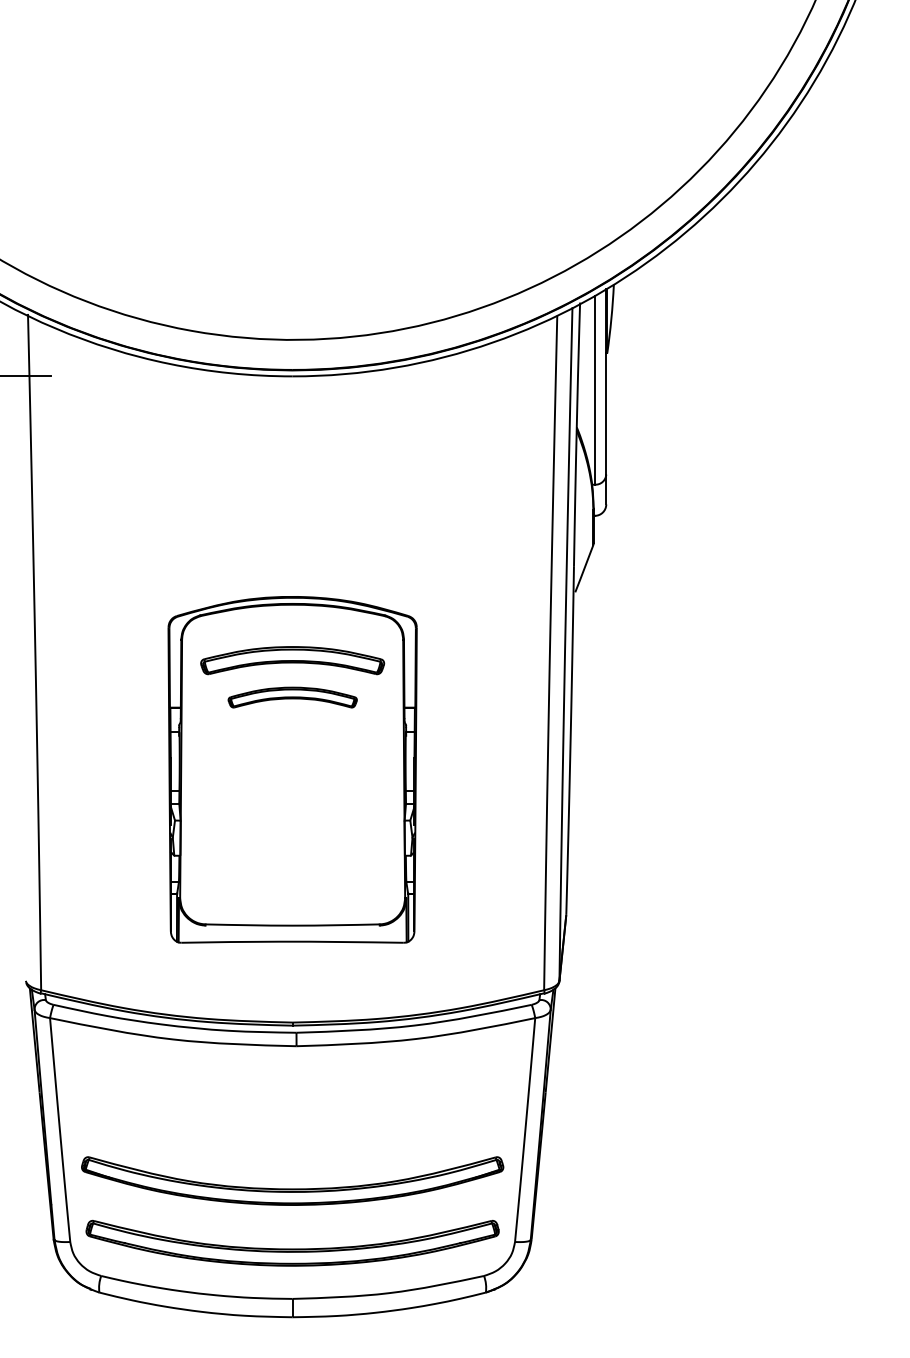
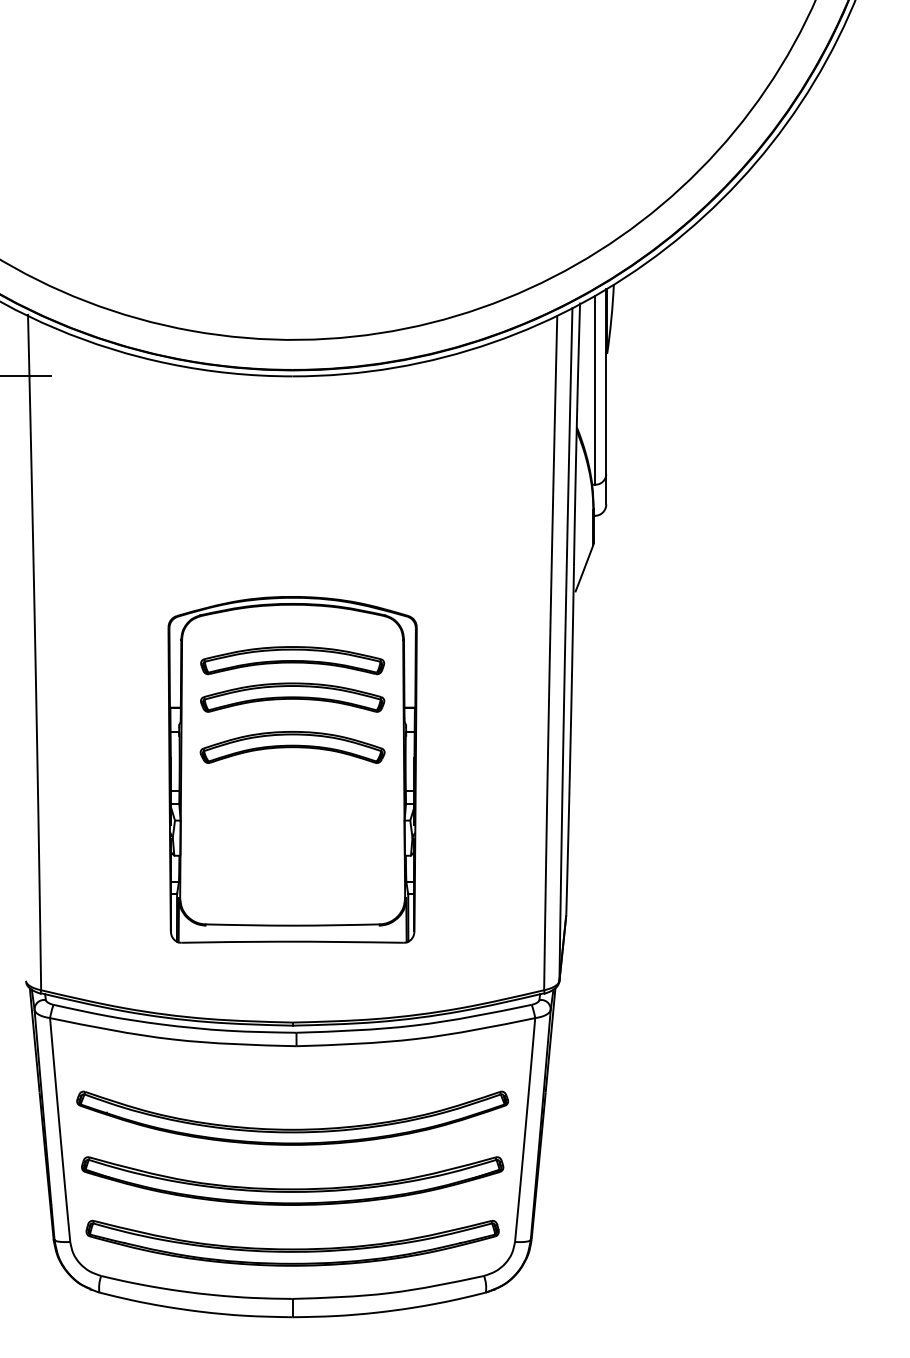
part at (292, 697) size: 131x23 px -> 186x31 px
part at (292, 747): none -> present
part at (292, 1128): none -> present
